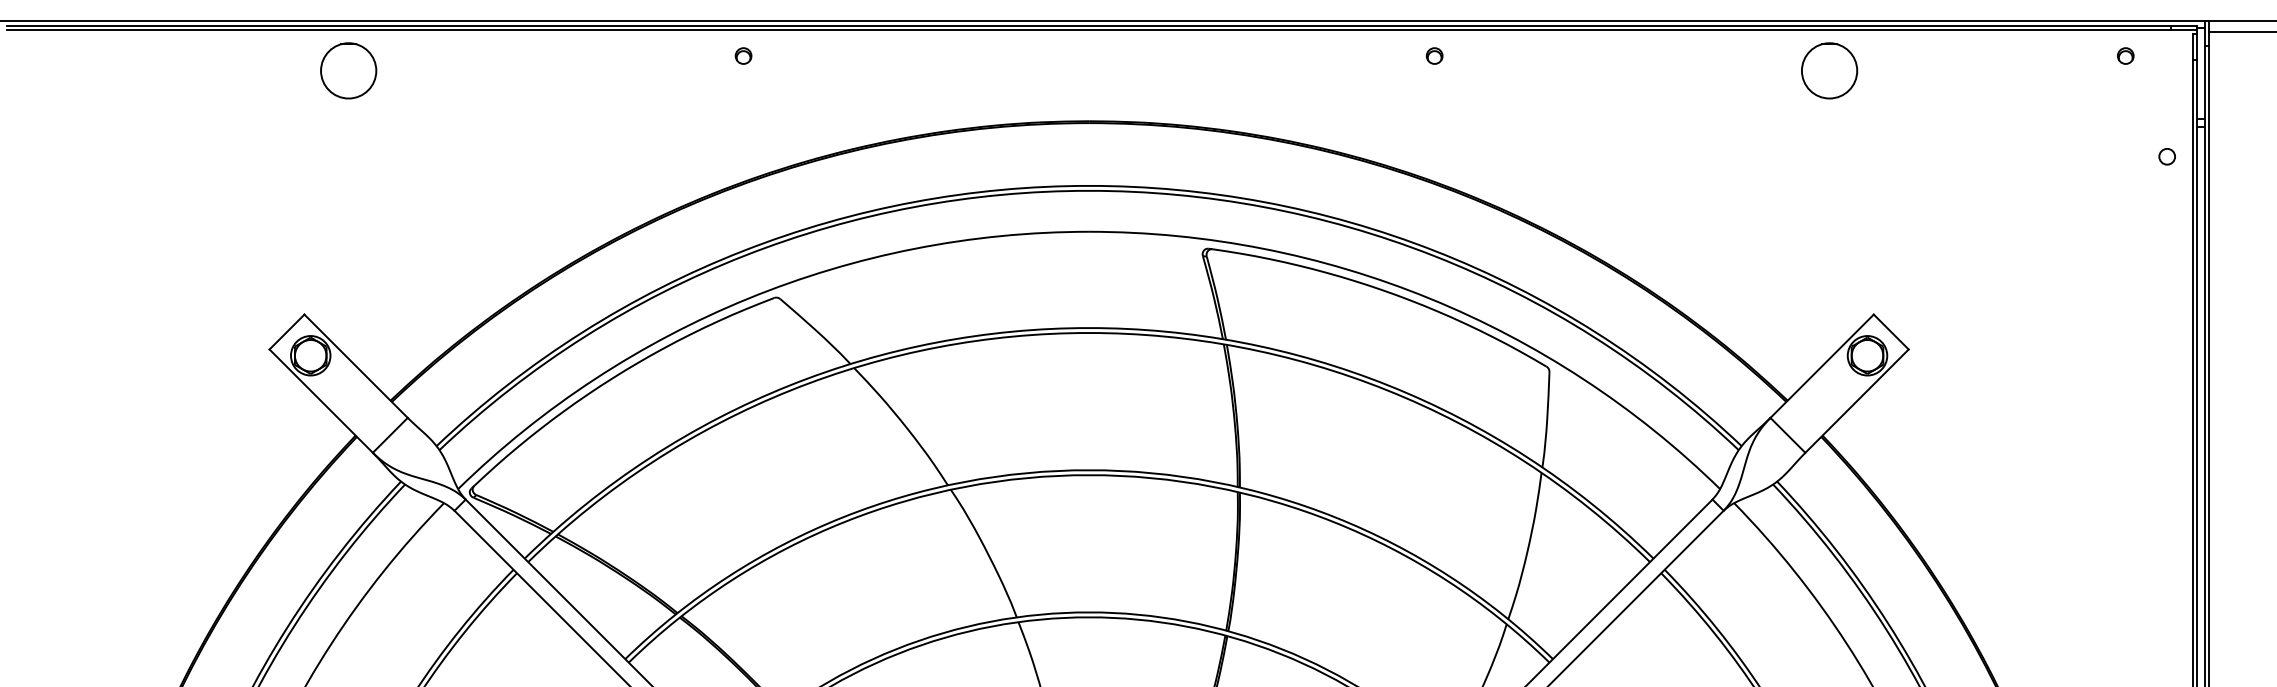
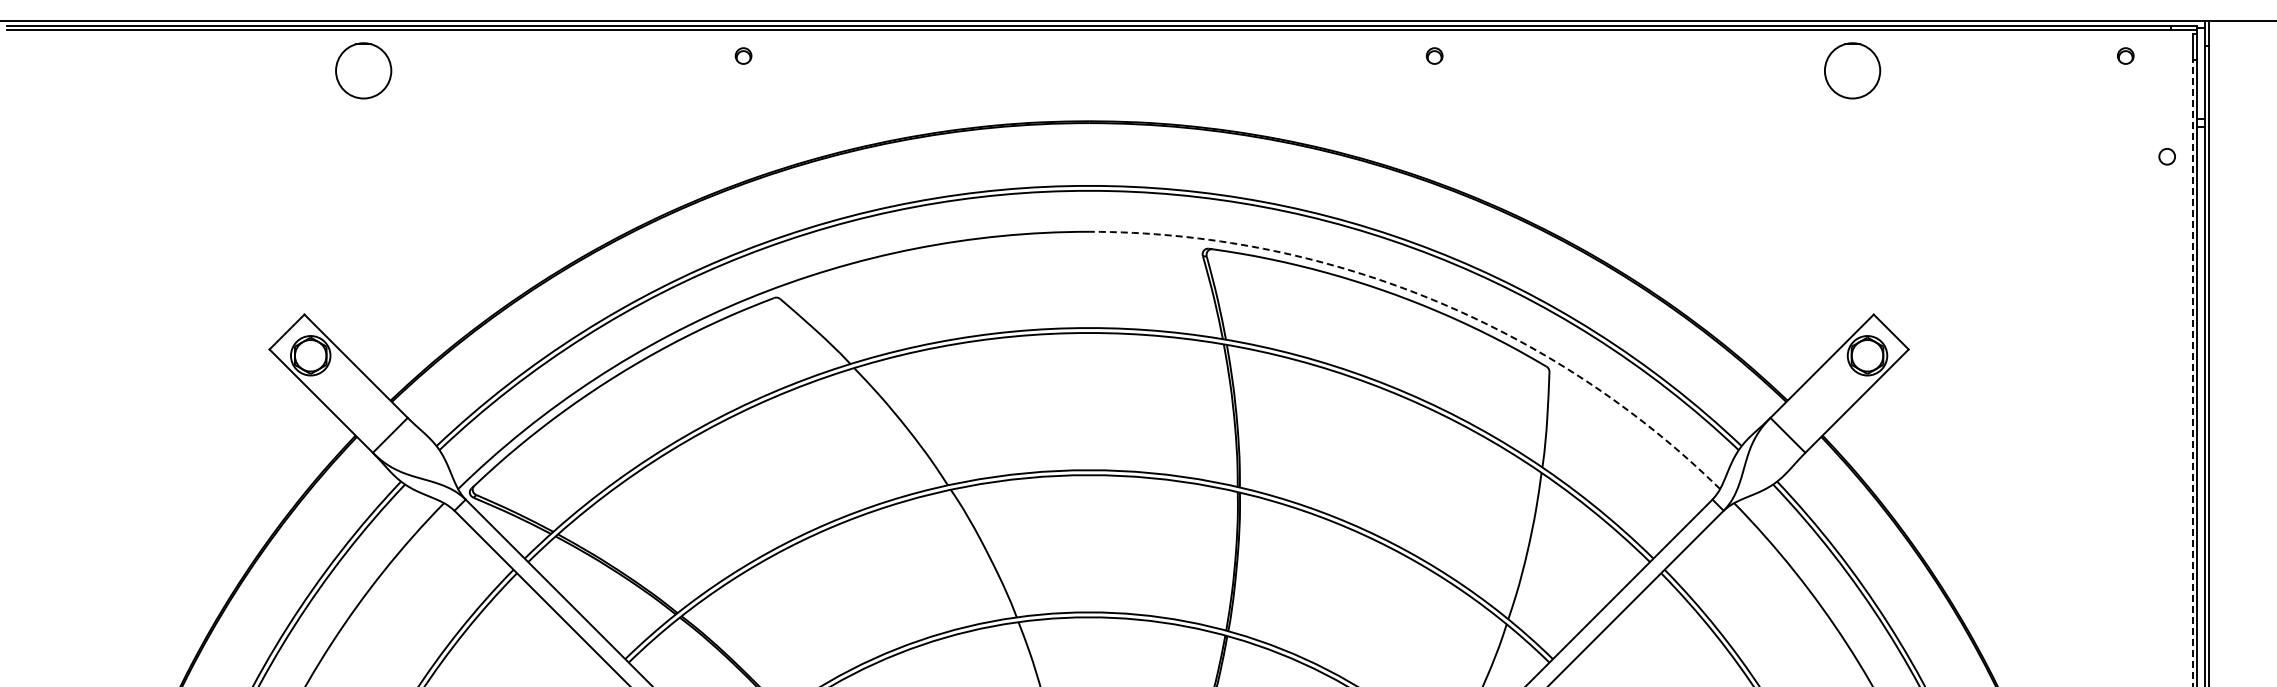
line at (2240, 32): present -> none
circle at (348, 70) position: (348, 70) -> (363, 70)
circle at (1829, 70) position: (1829, 70) -> (1852, 70)
arc at (1429, 298): solid -> dashed
line at (2192, 372): solid -> dashed
